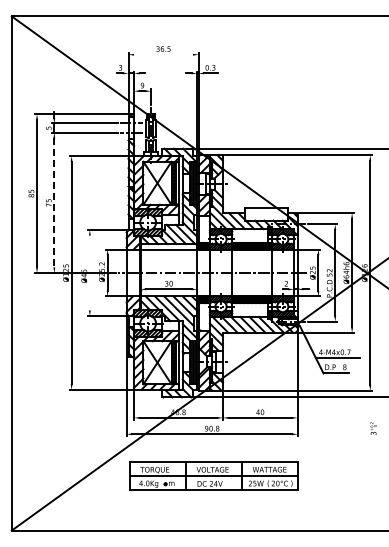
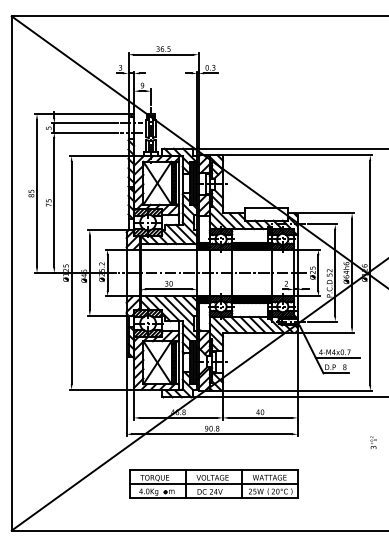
line at (163, 54): none -> present
line at (54, 202): dashed -> solid
line at (89, 272): none -> present
text at (373, 428) position: (373, 428) -> (373, 442)
part at (213, 475) position: (213, 475) -> (213, 483)
